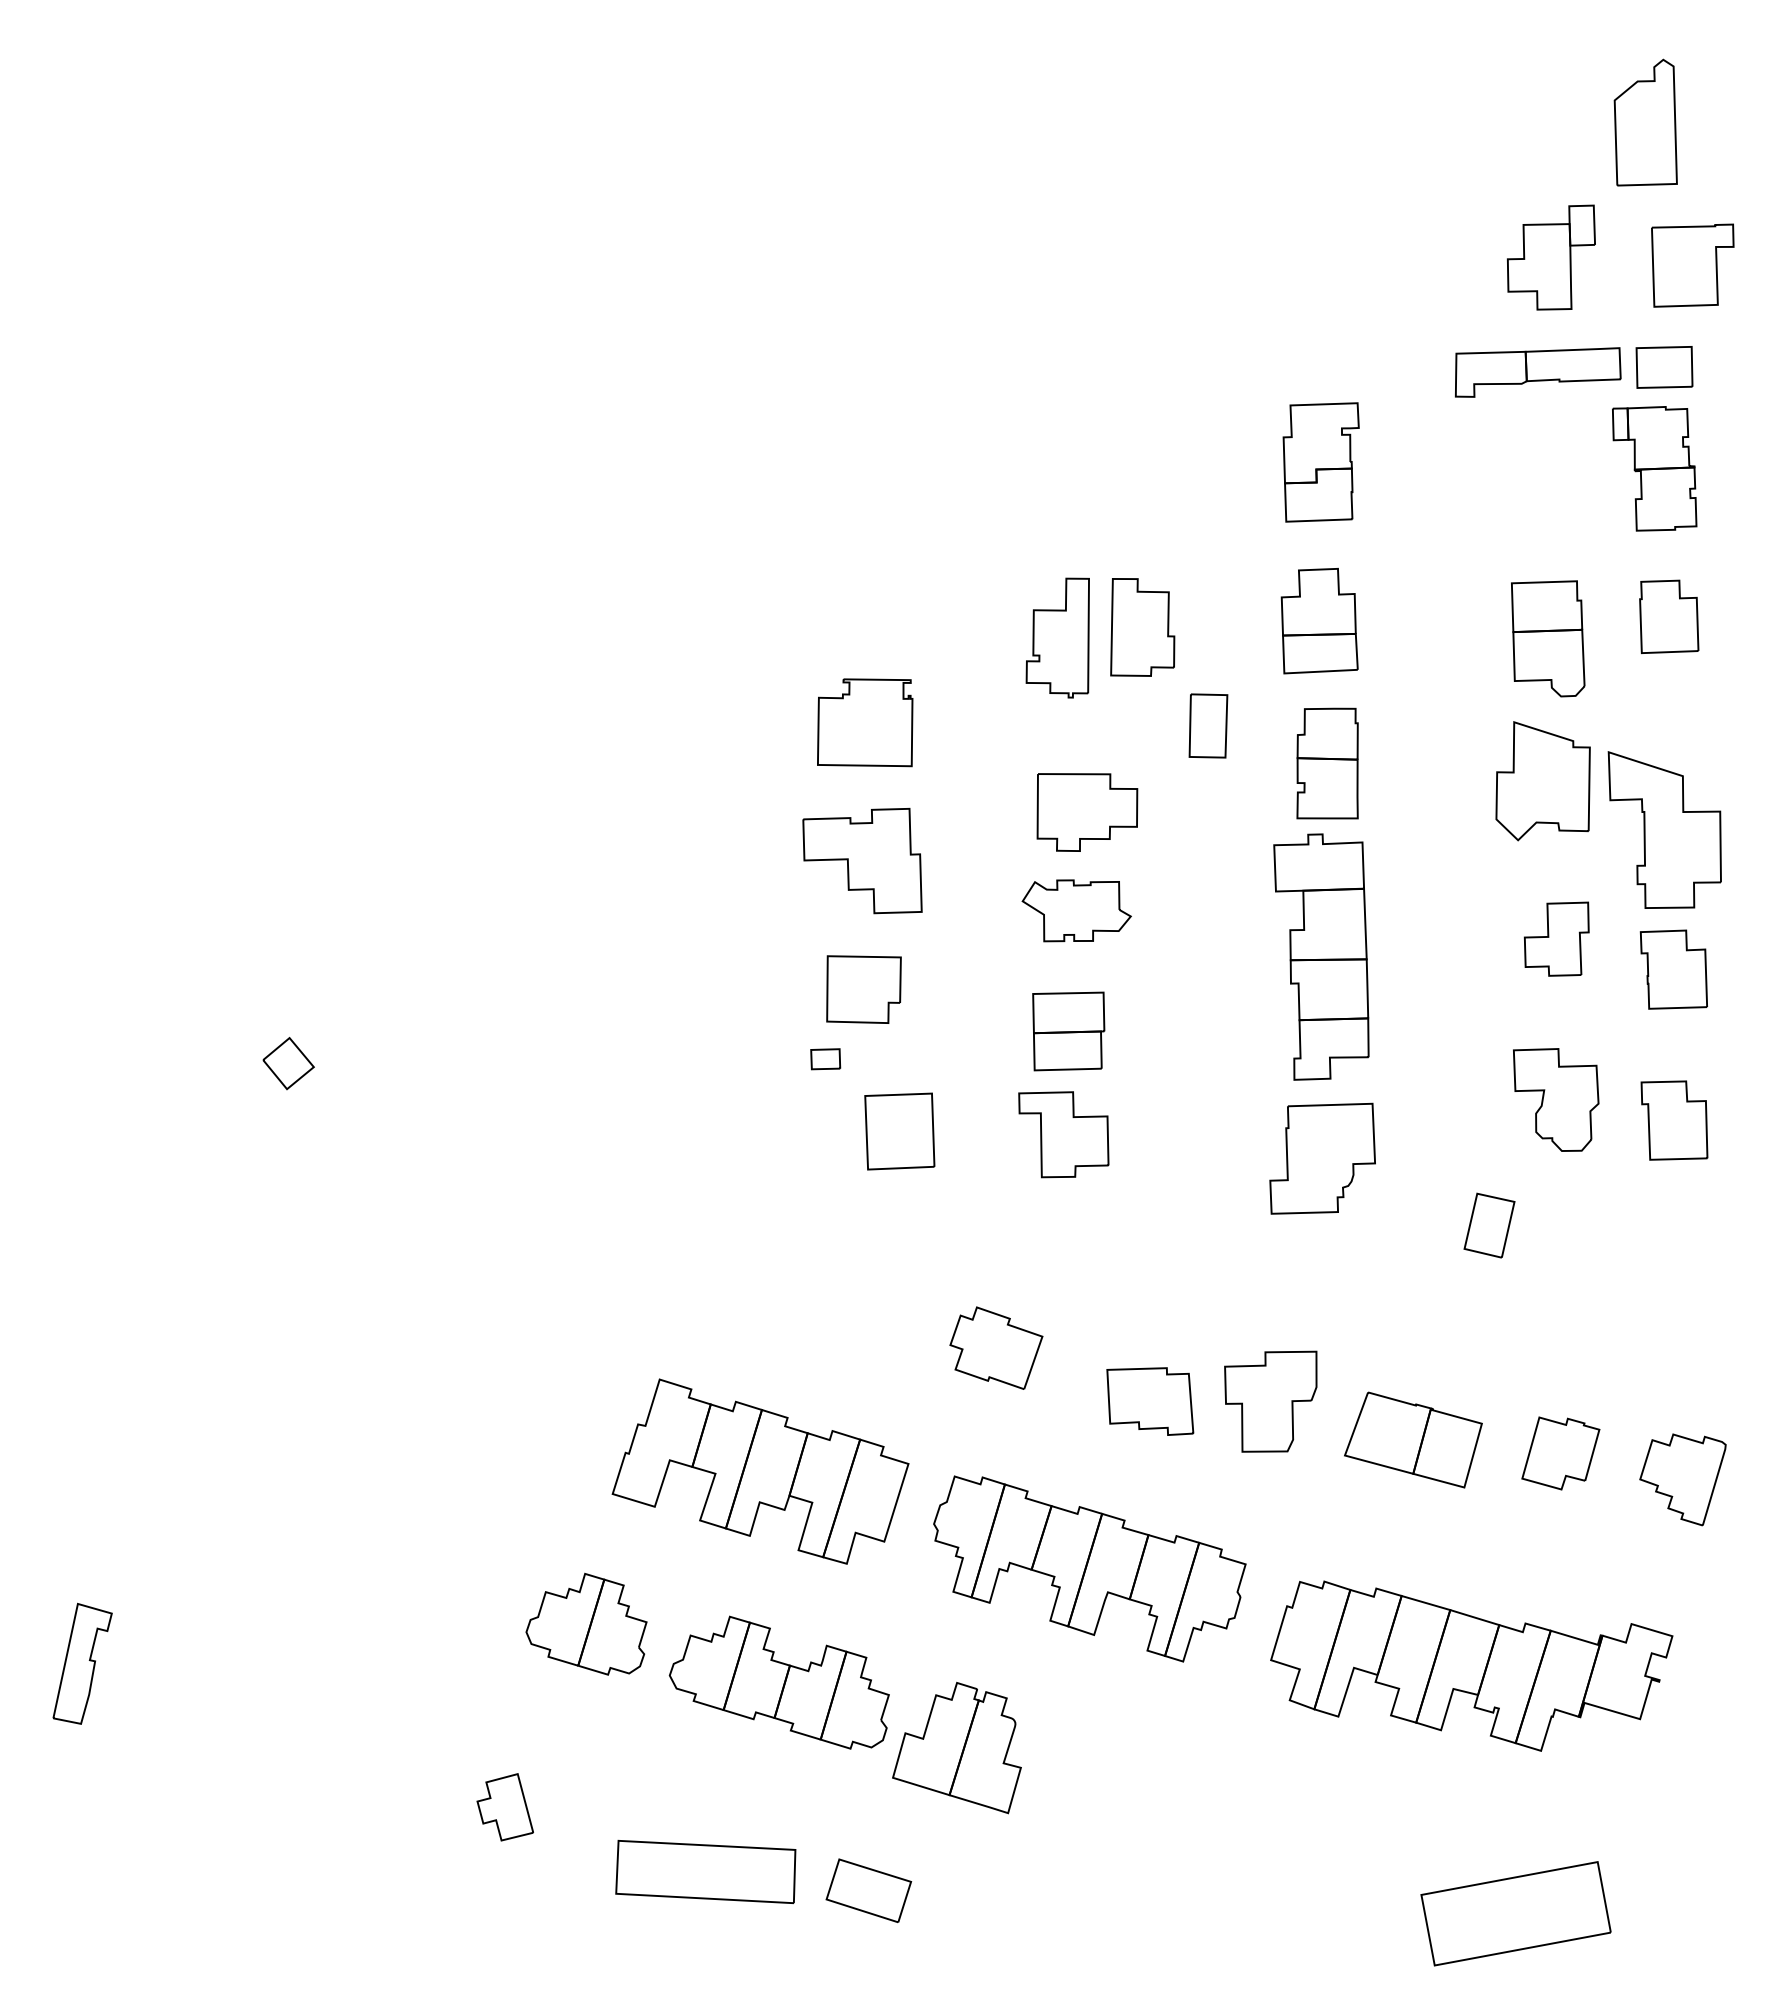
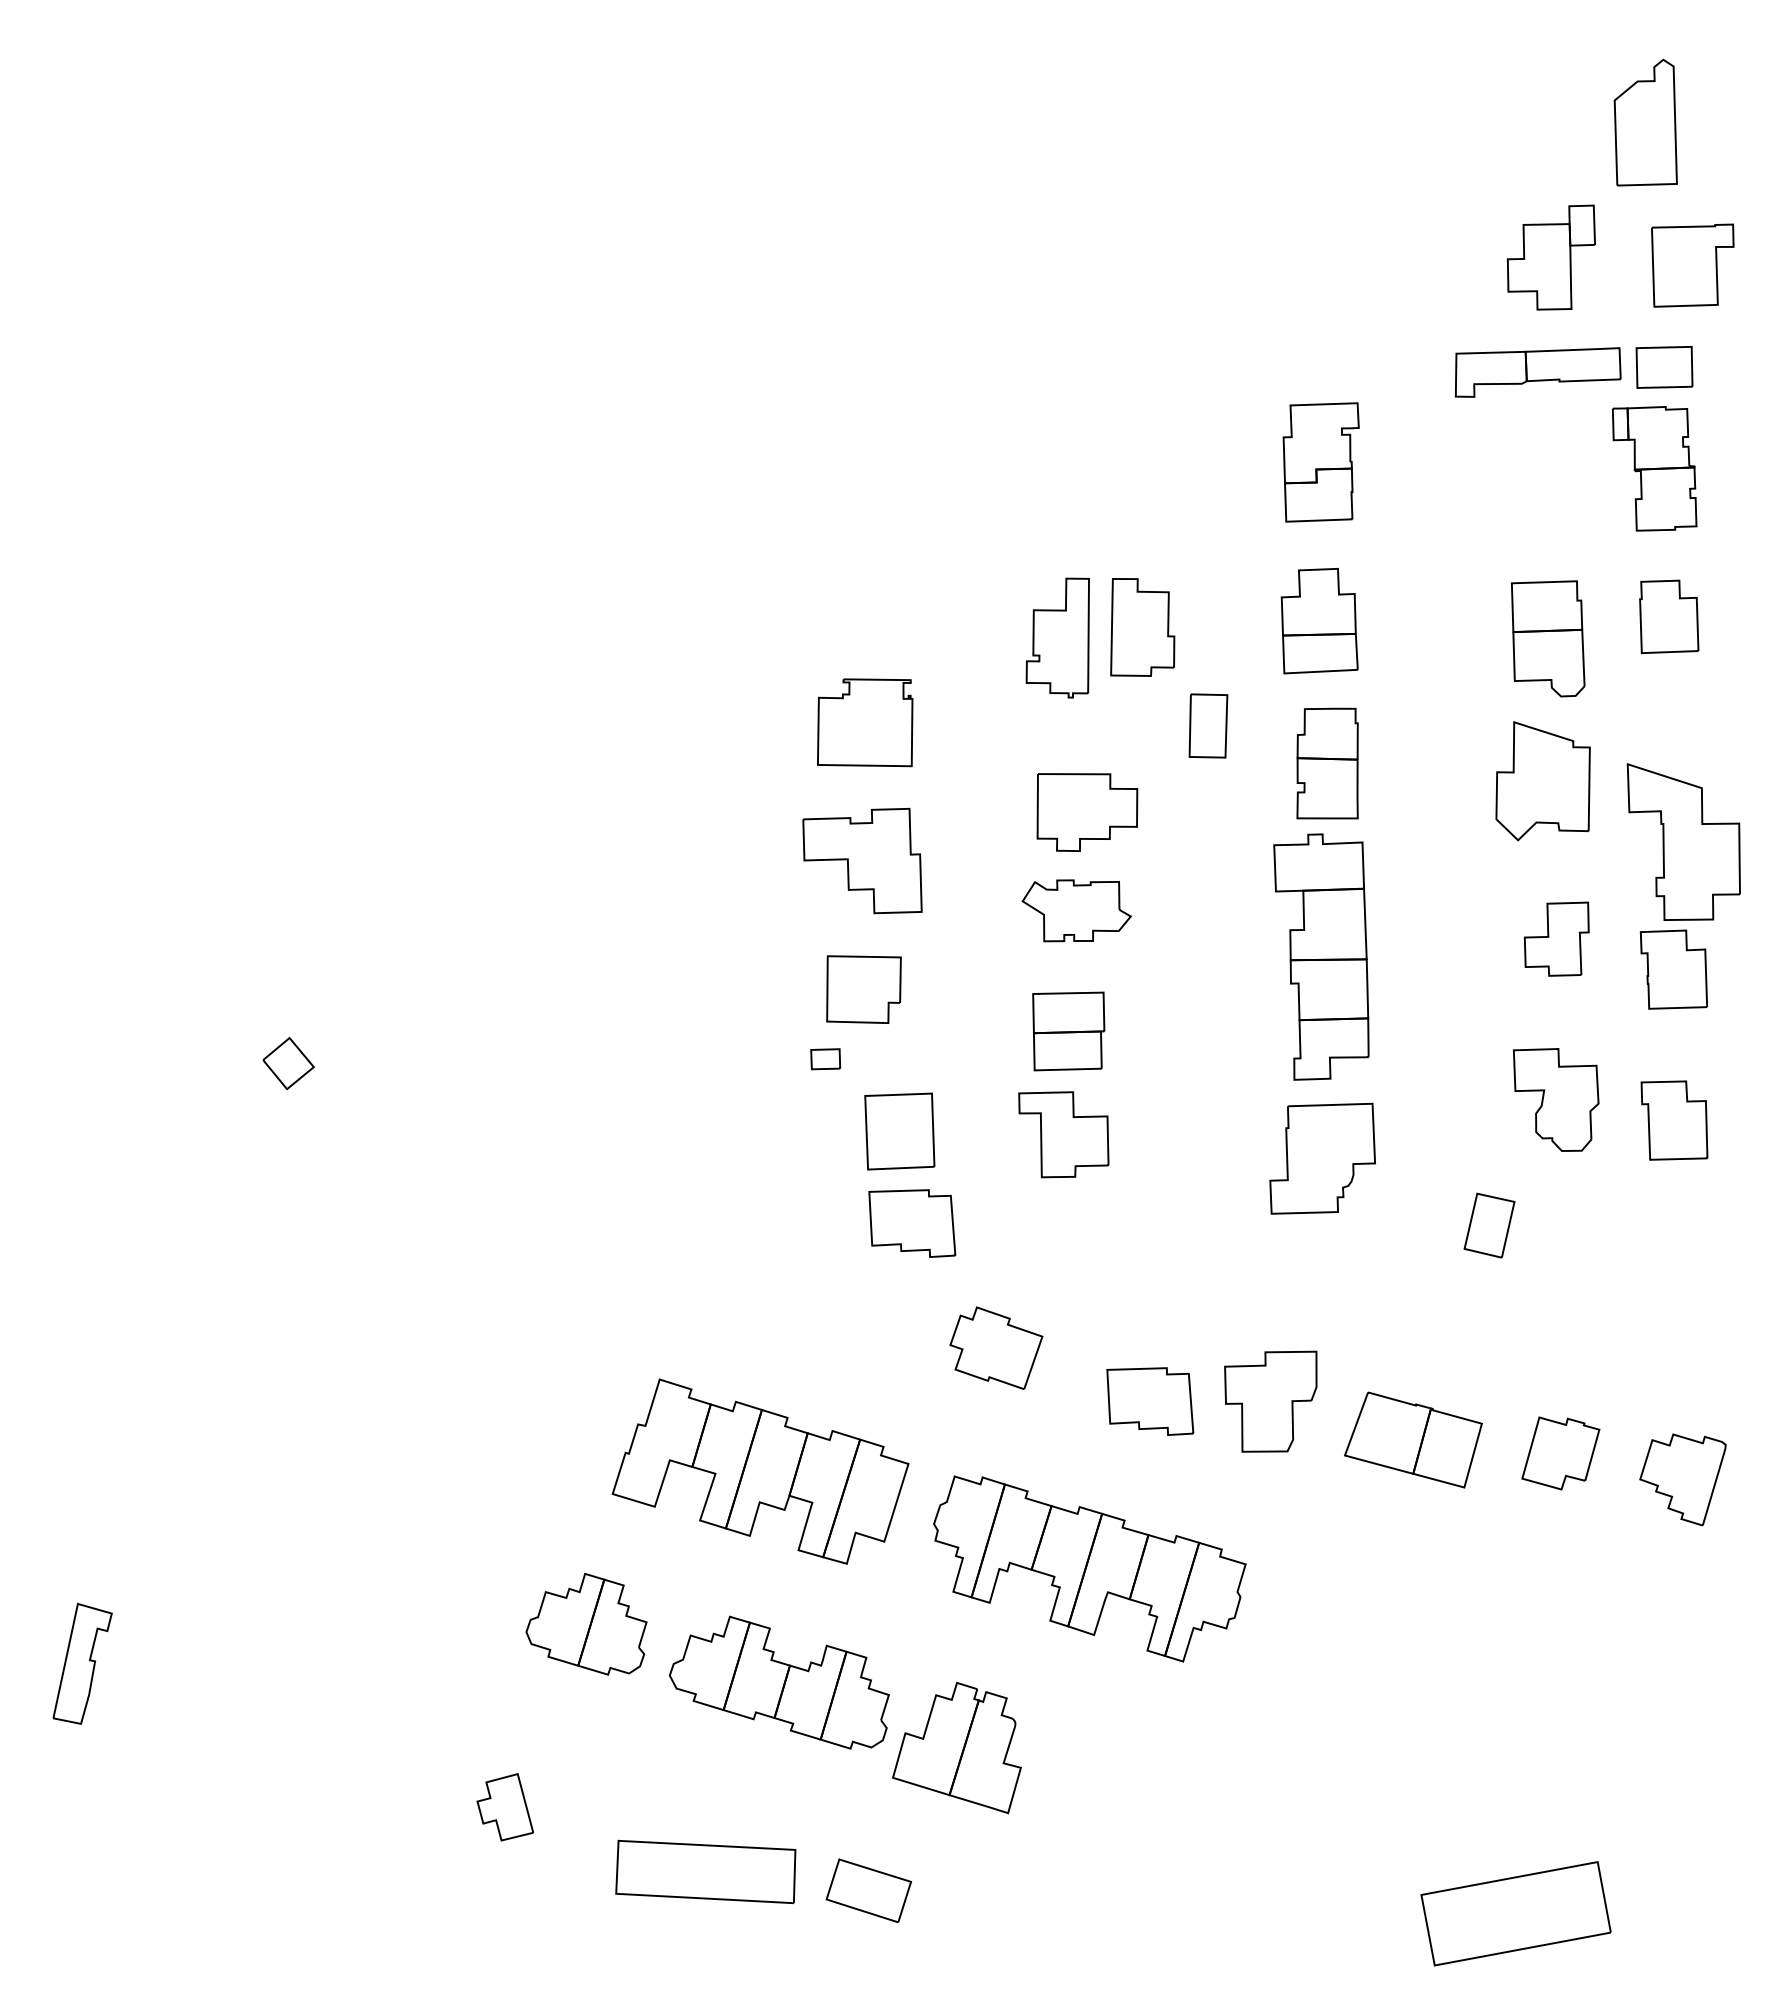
part at (1664, 829) position: (1664, 829) -> (1683, 841)
part at (912, 1223): none -> present
part at (1471, 1665): present -> none
